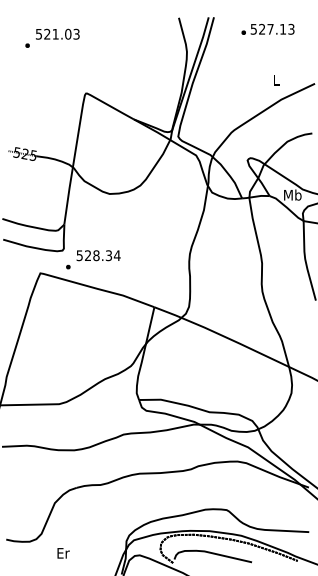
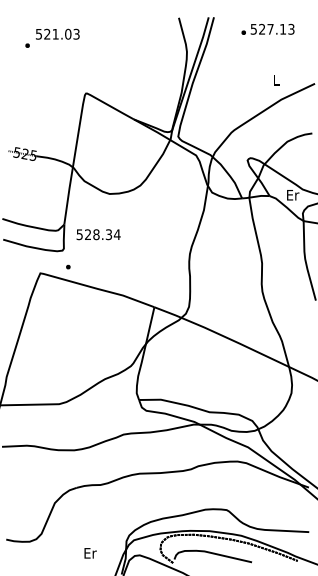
text at (292, 194): Mb -> Er
text at (98, 255) position: (98, 255) -> (98, 234)
text at (63, 553) position: (63, 553) -> (90, 553)
